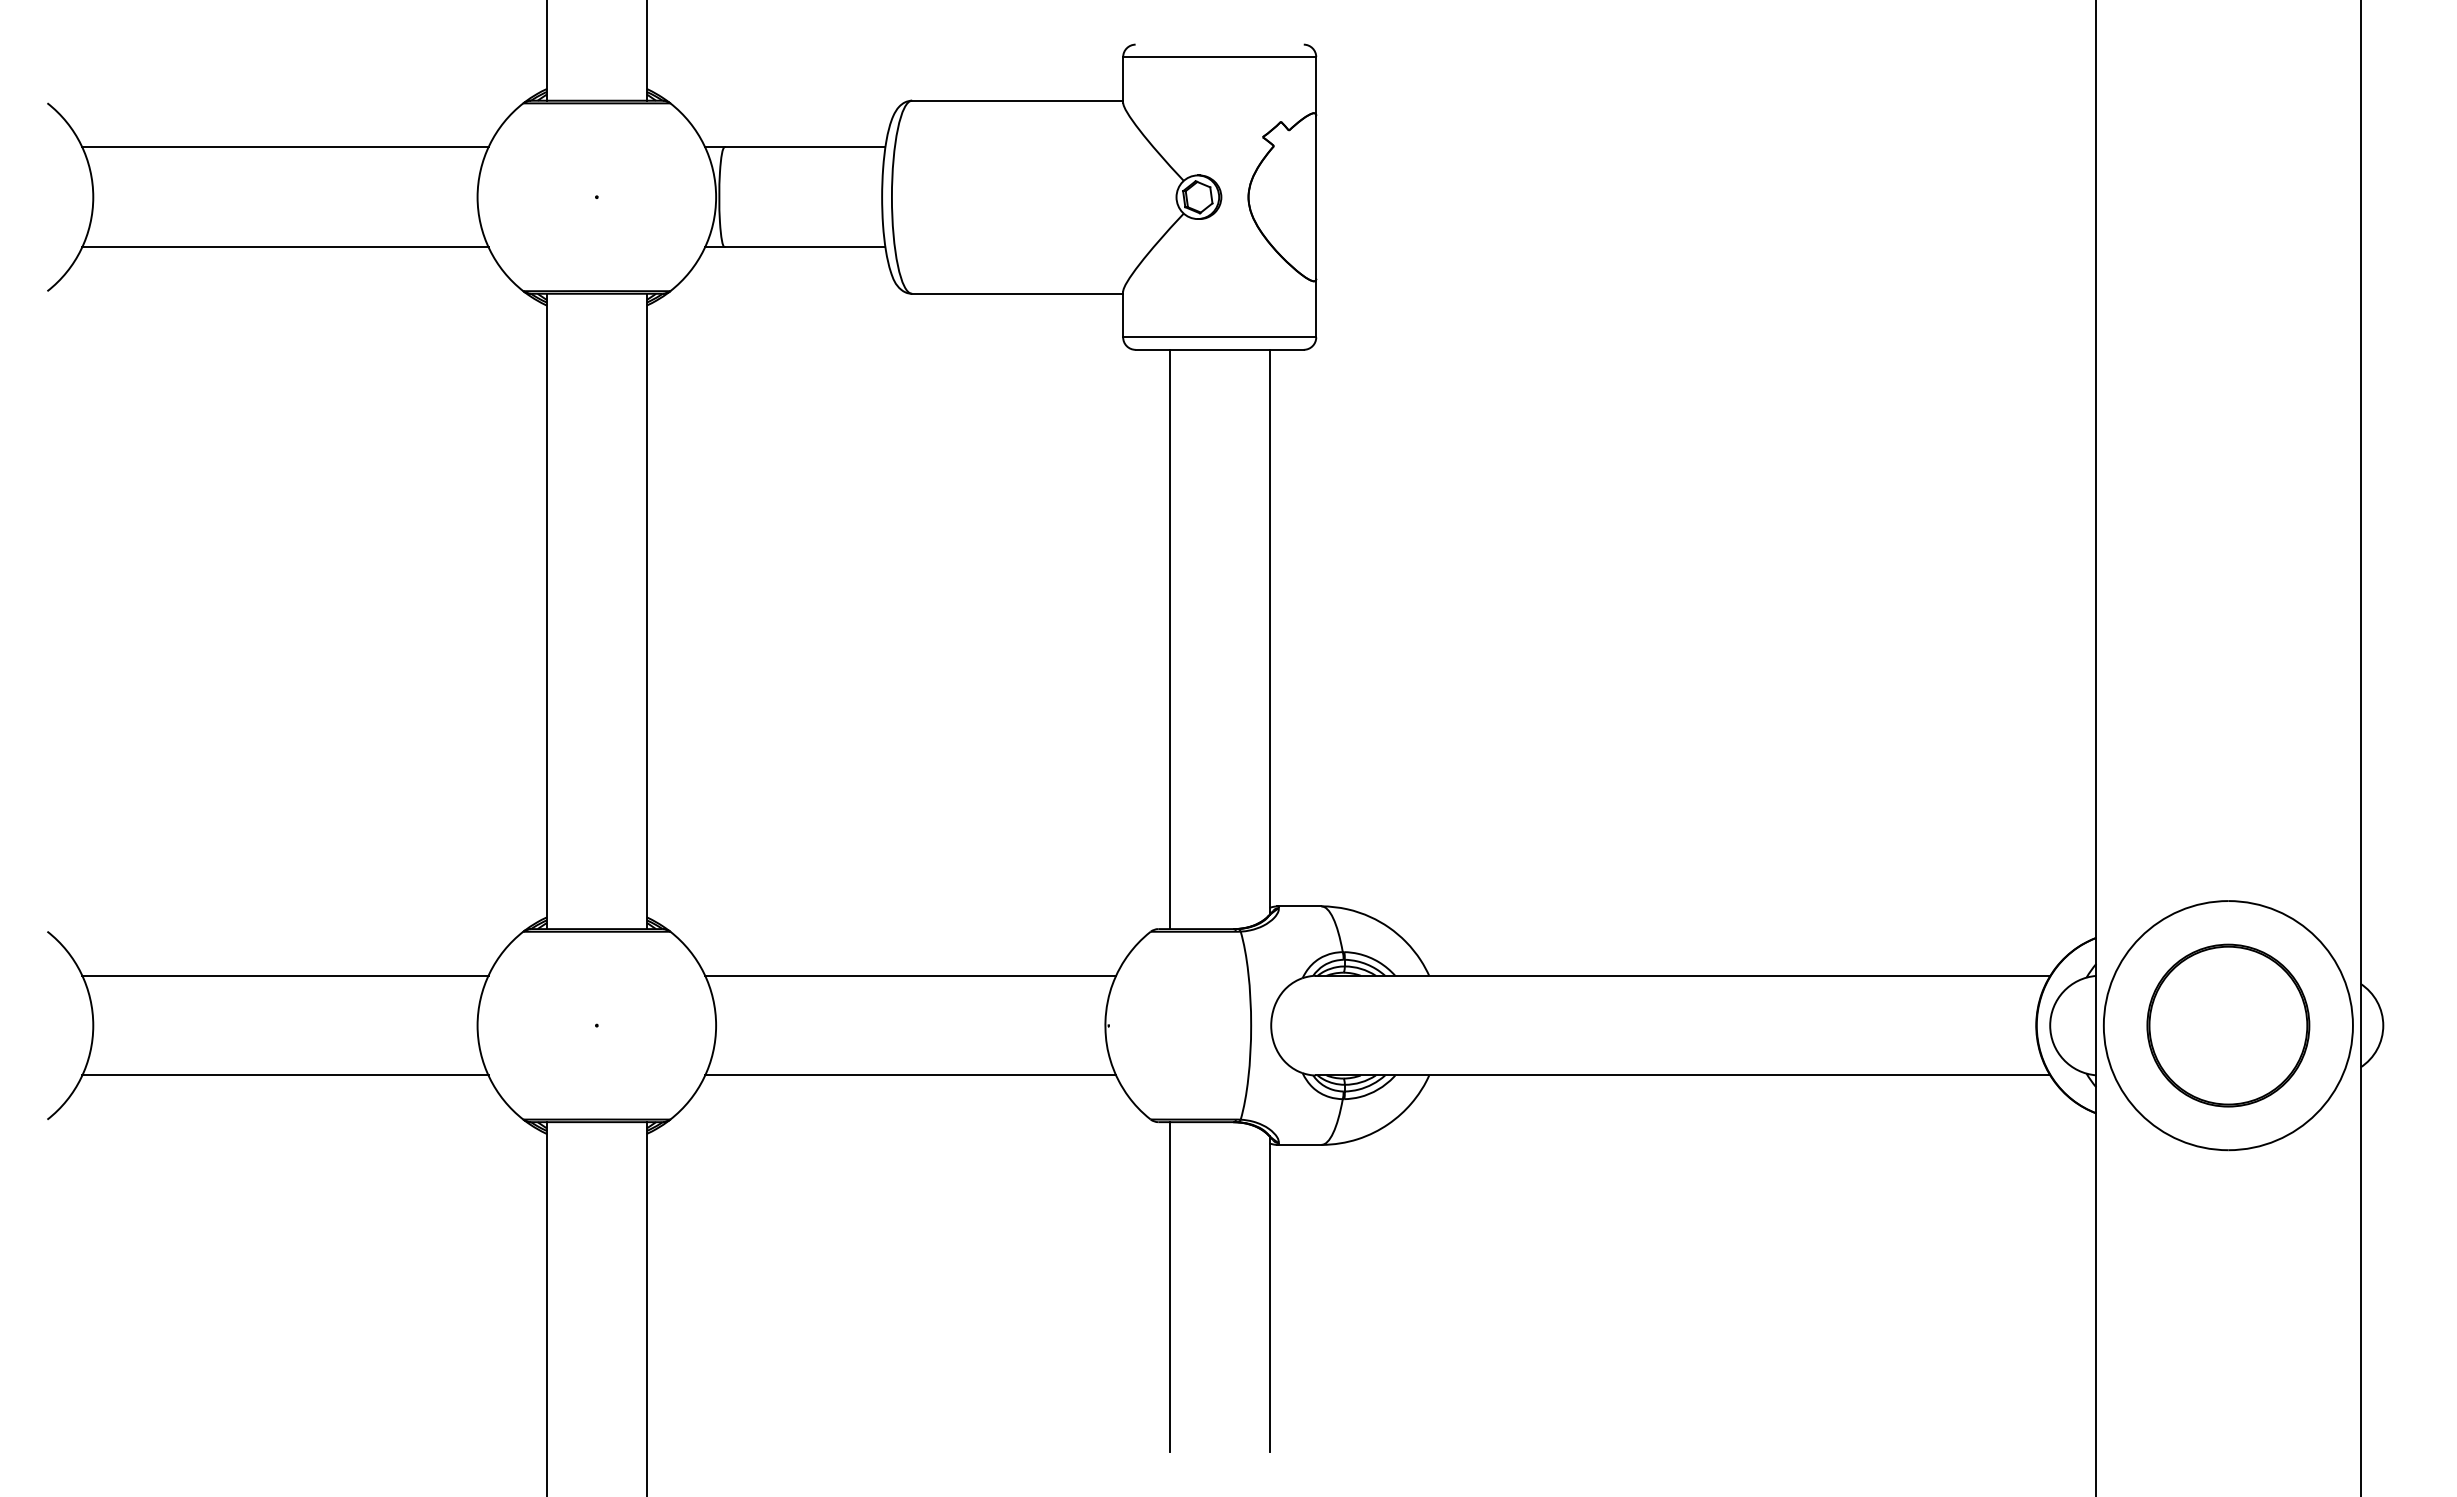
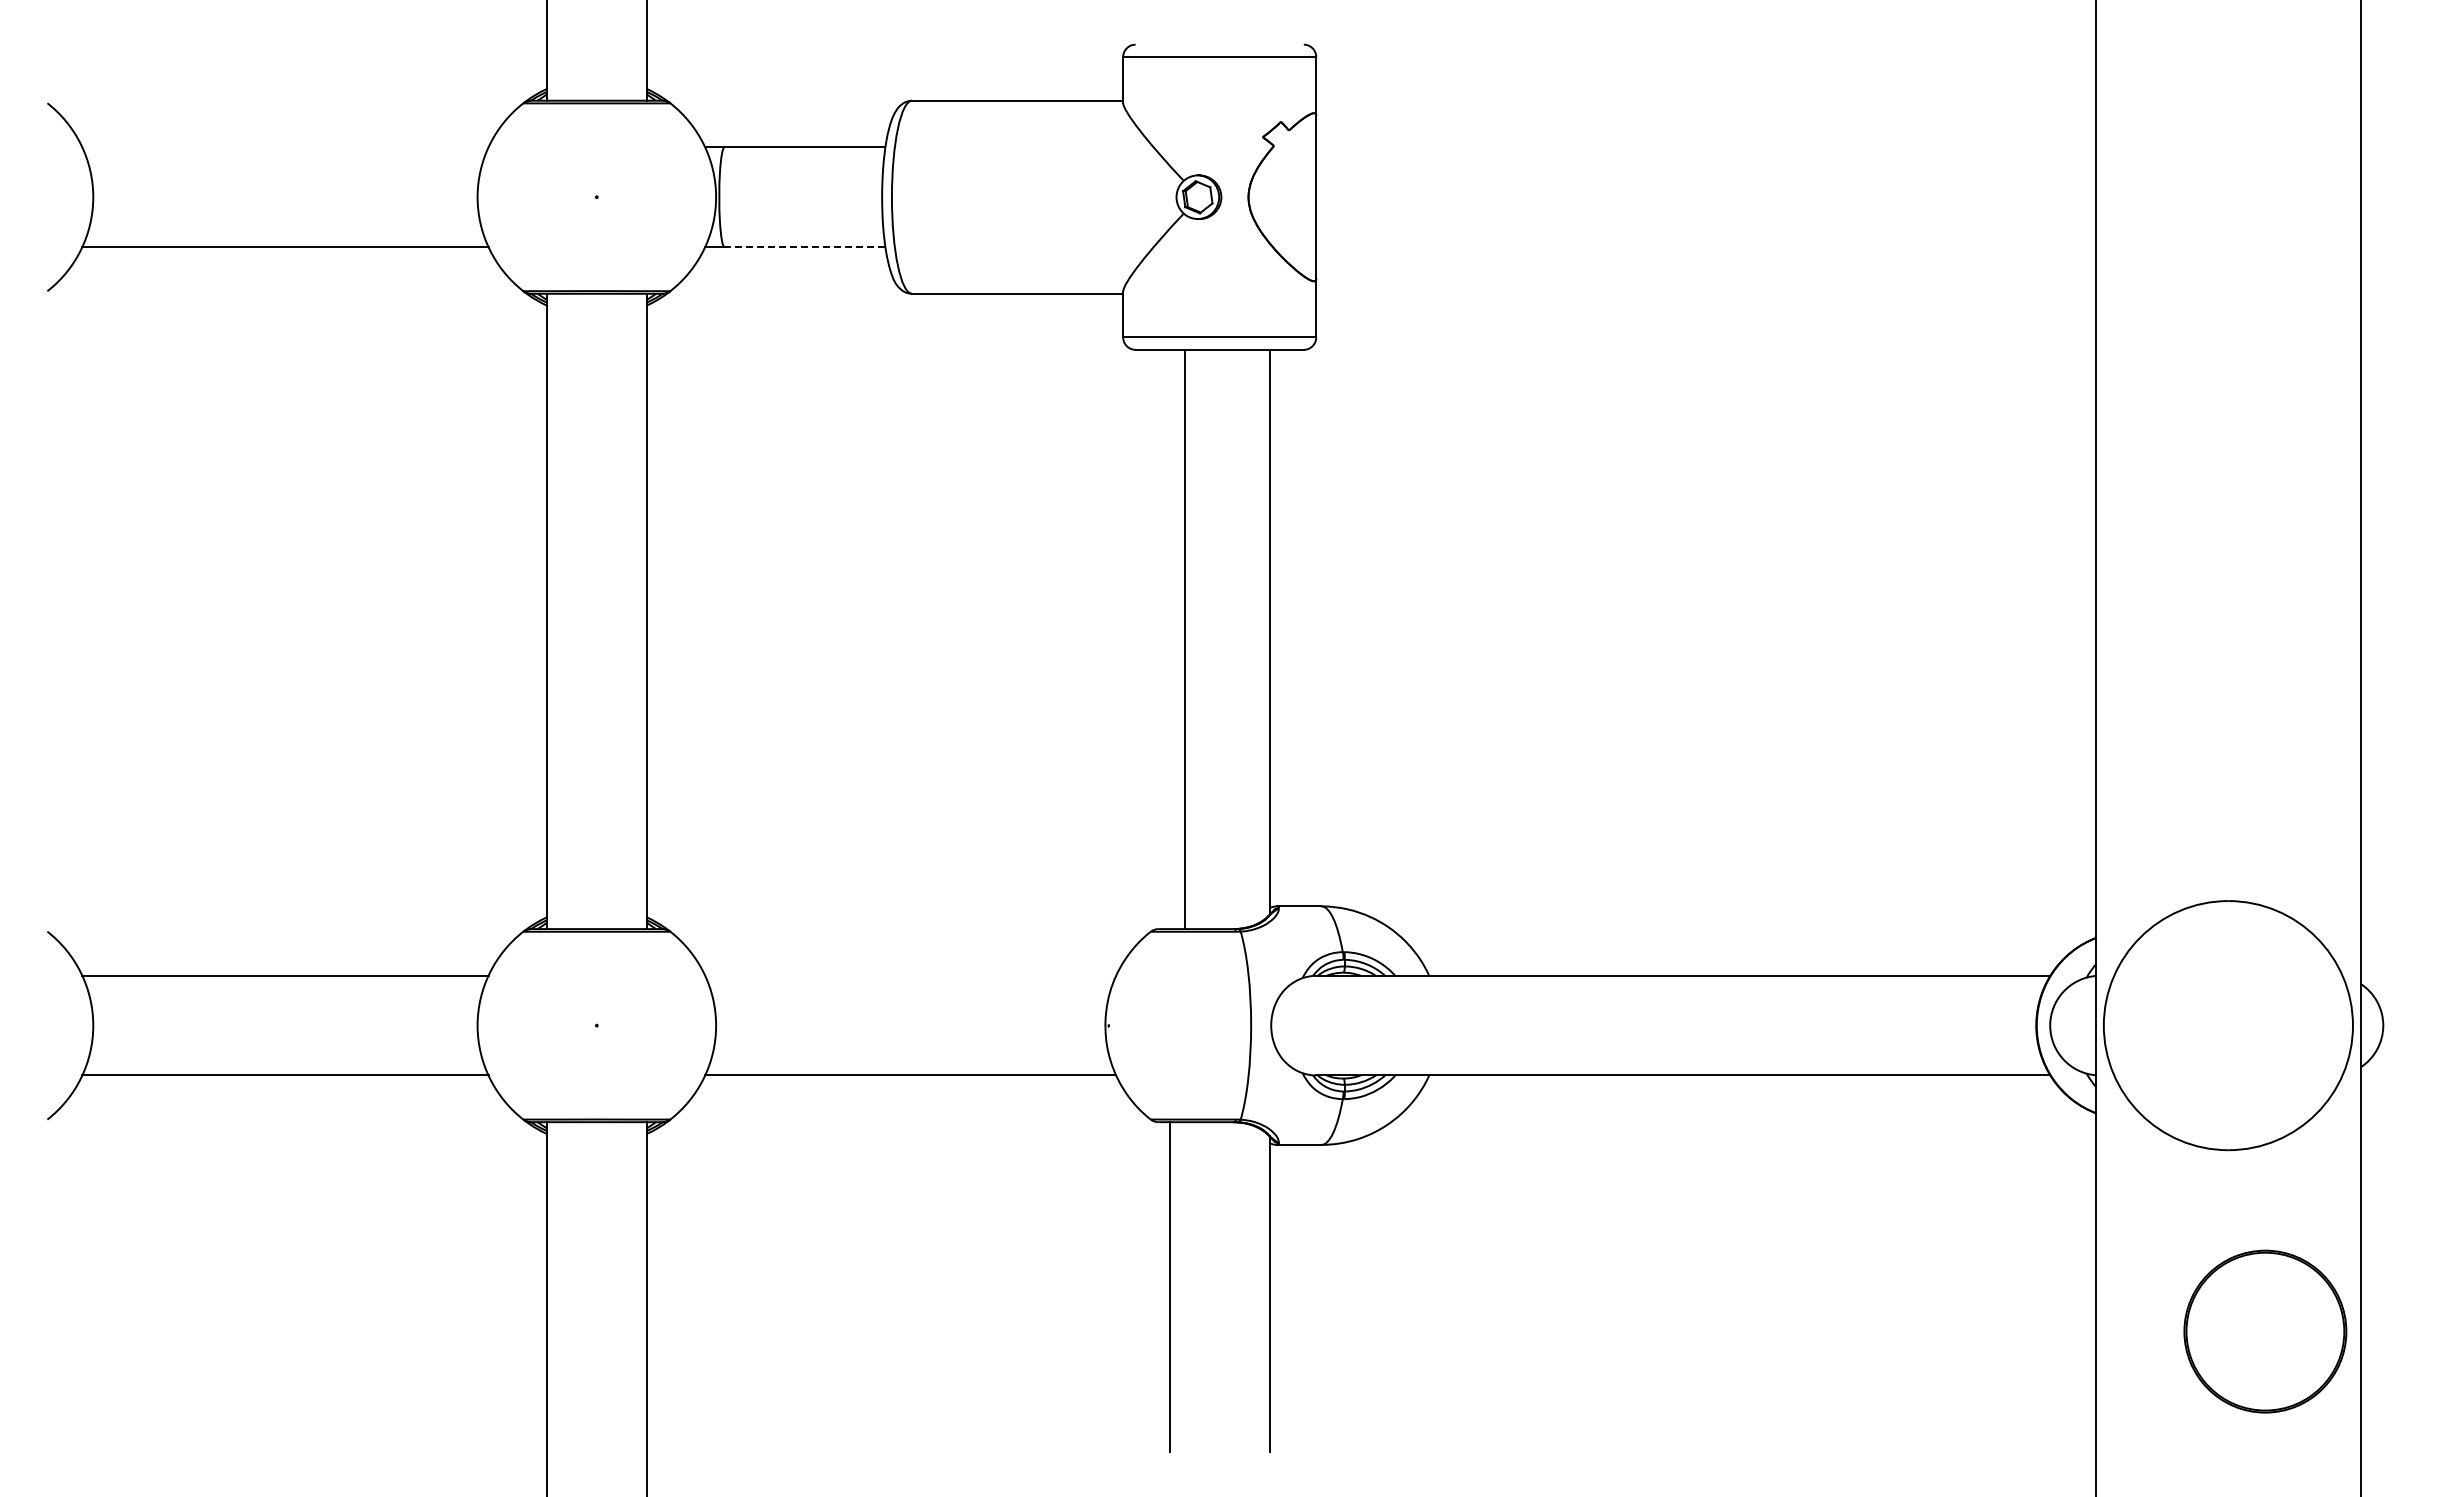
line at (285, 147): present -> none
line at (804, 247): solid -> dashed
line at (1169, 639) position: (1169, 639) -> (1184, 639)
line at (910, 975): present -> none
part at (2228, 1025) position: (2228, 1025) -> (2265, 1331)
